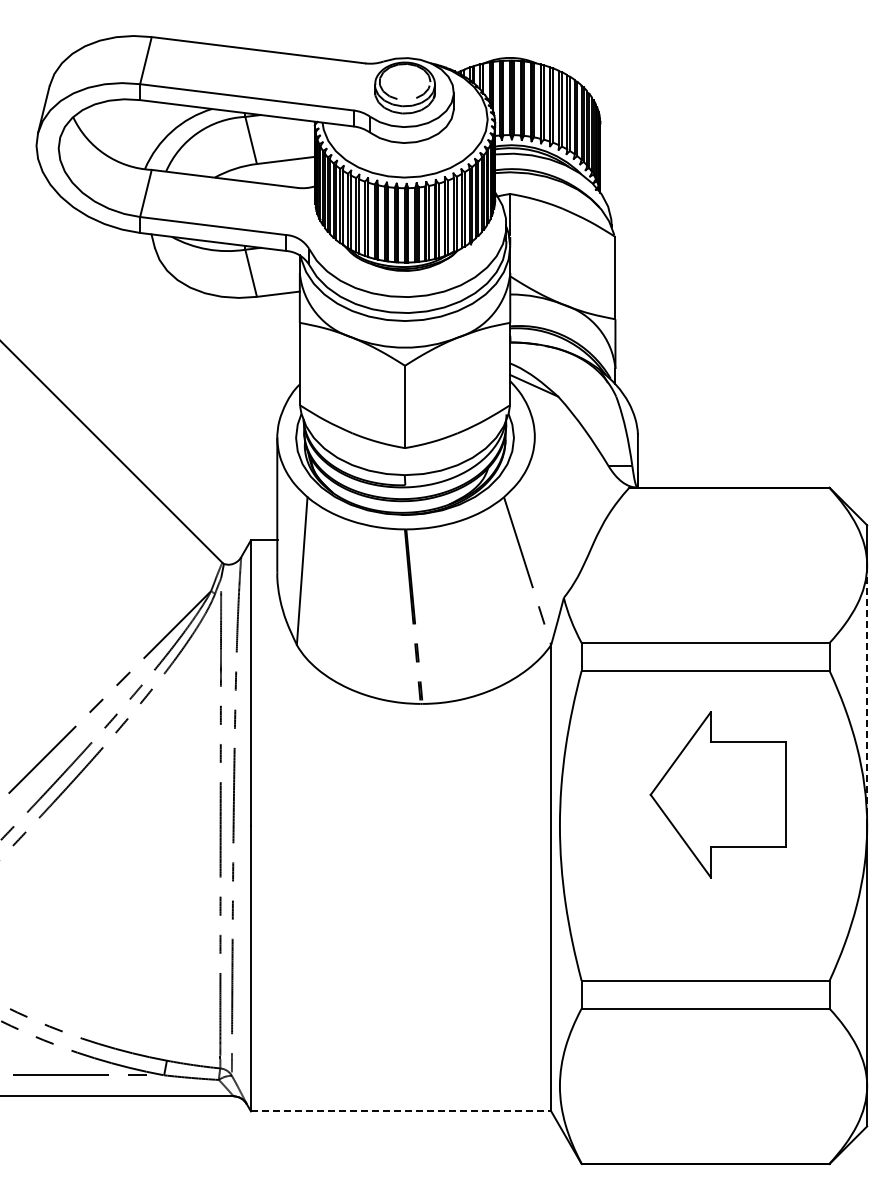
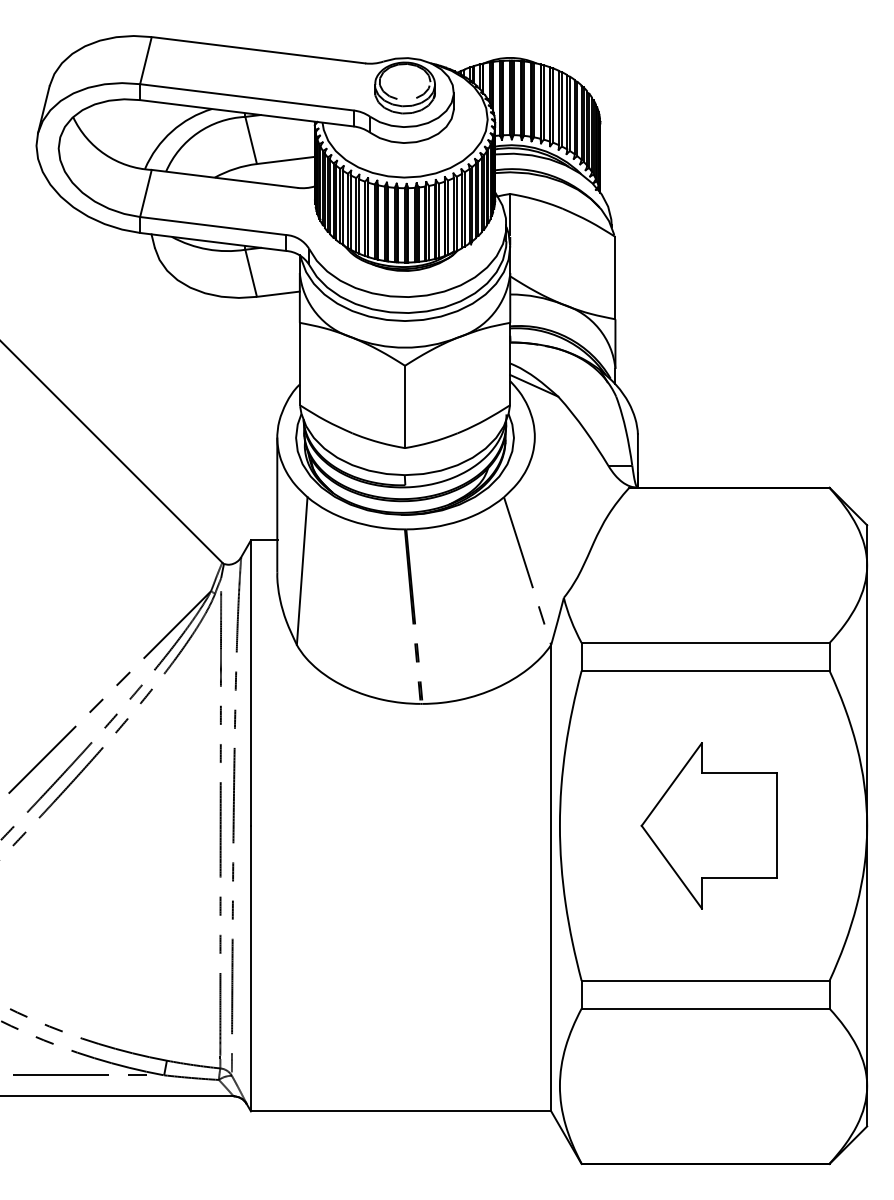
line at (867, 695): dashed -> solid
part at (717, 794) position: (717, 794) -> (708, 825)
line at (401, 1111): dashed -> solid
